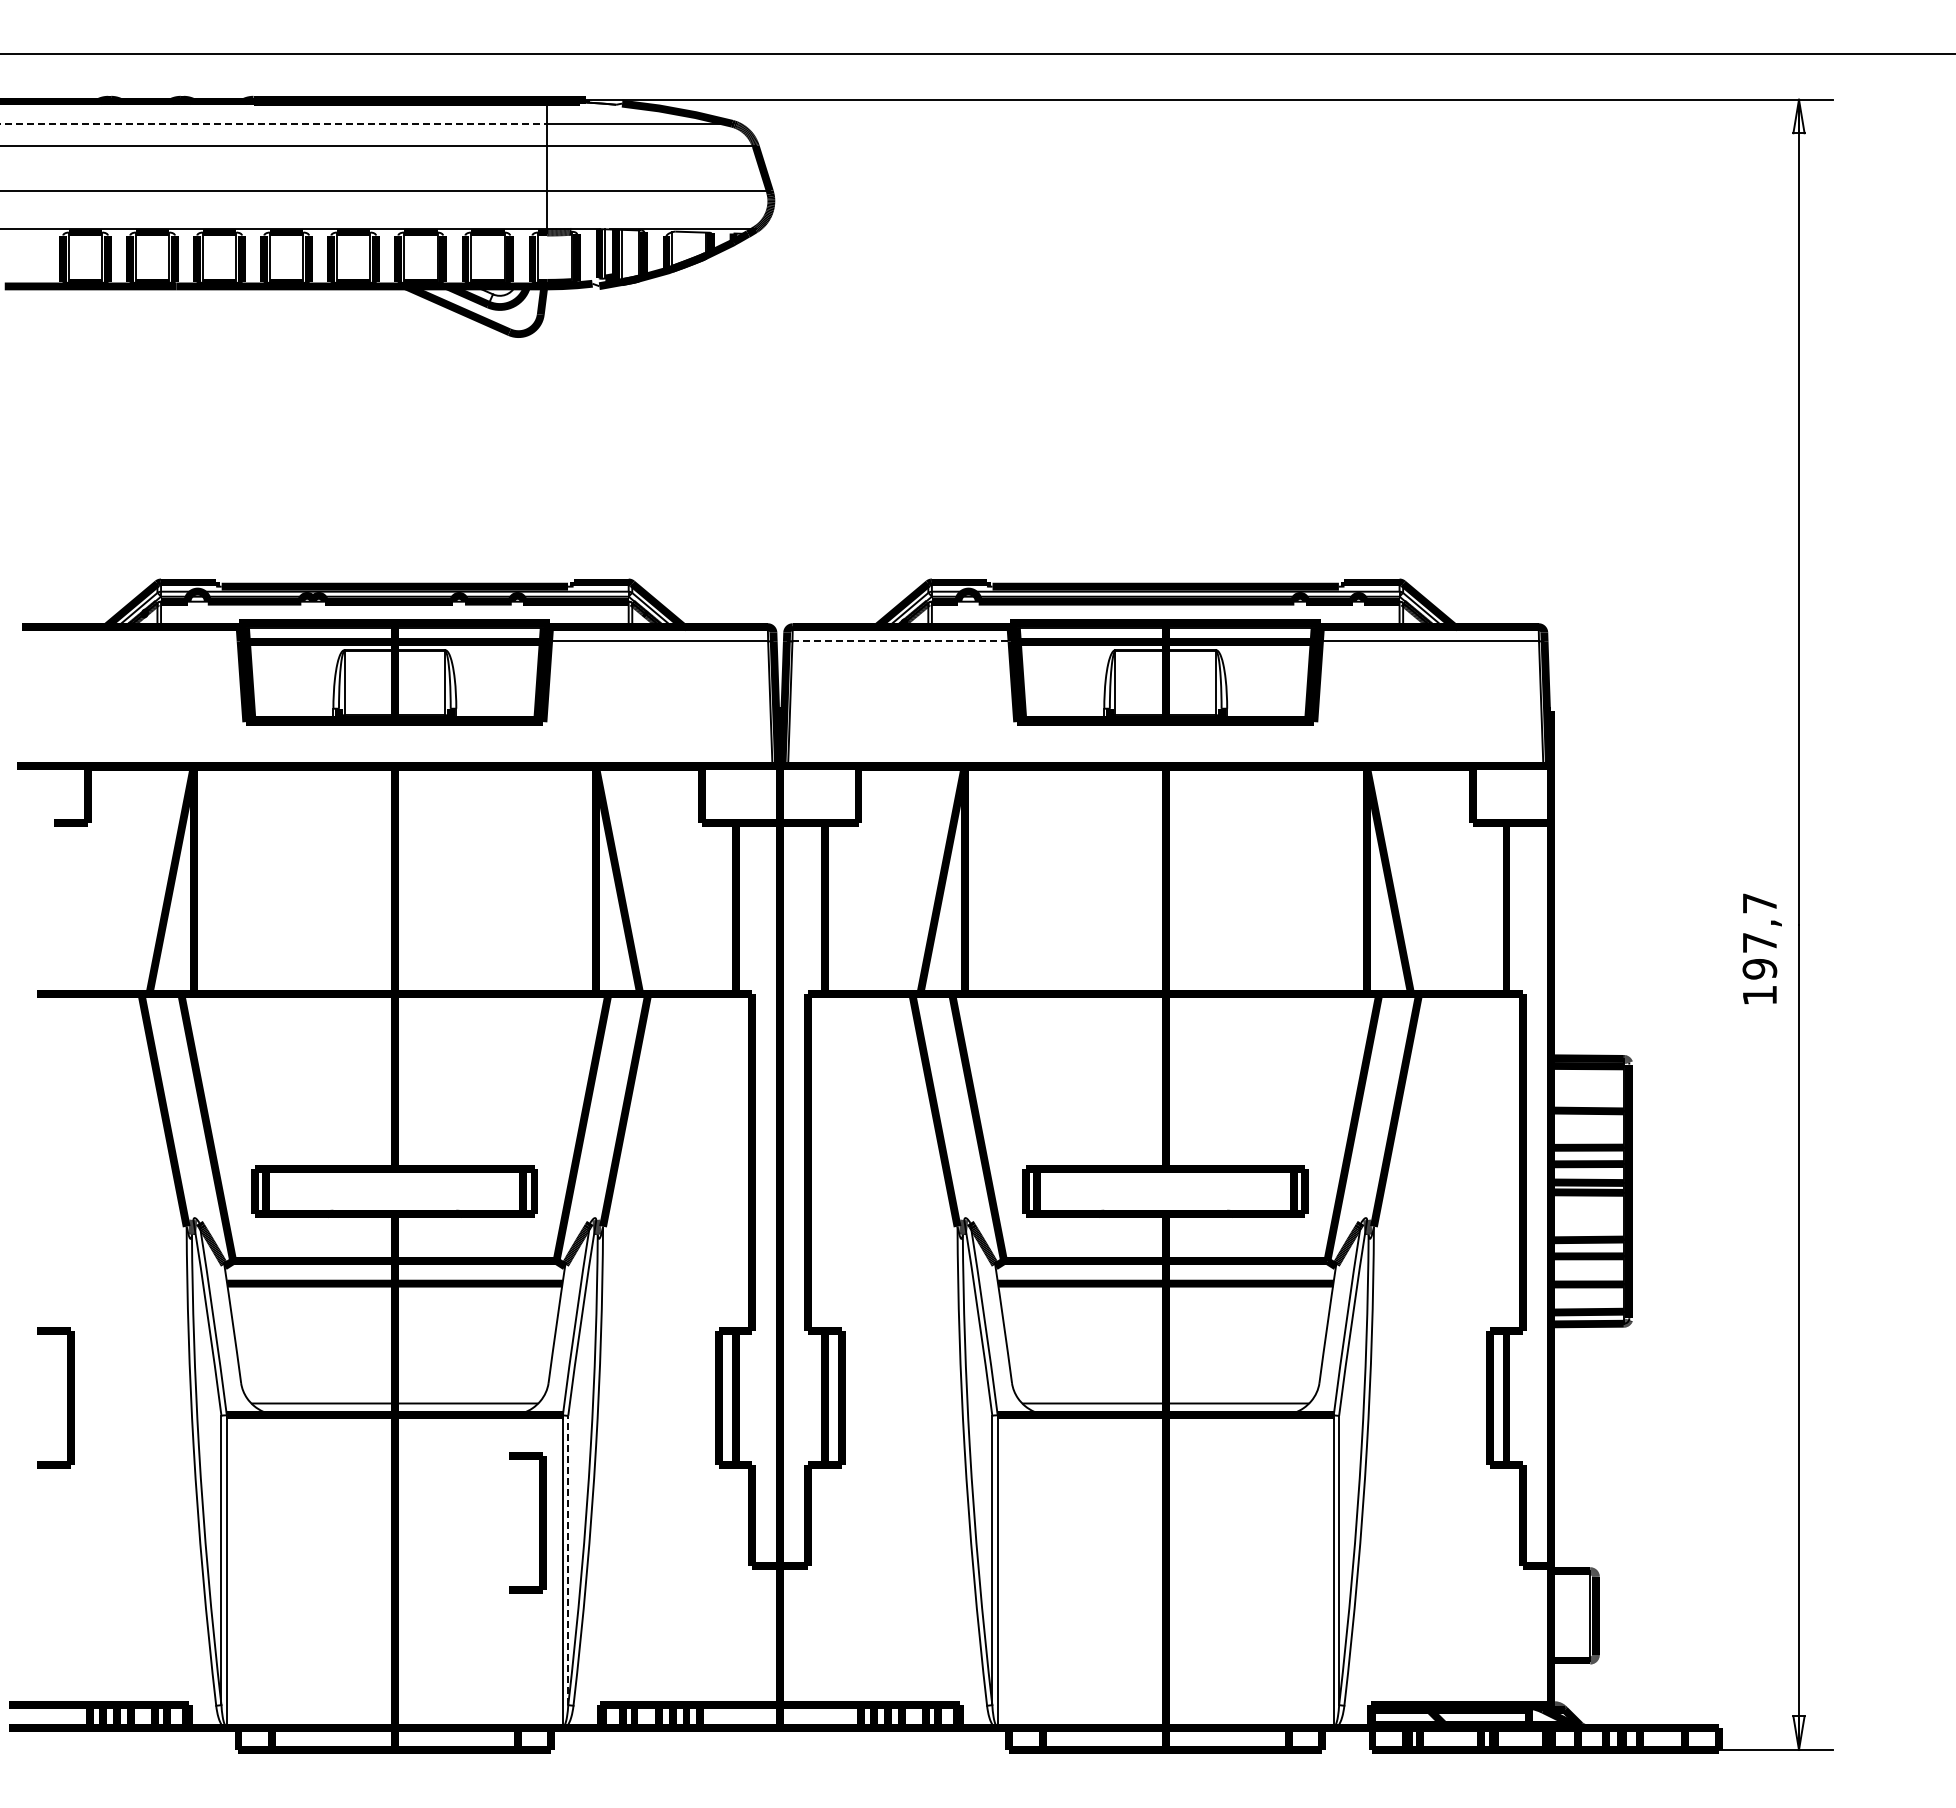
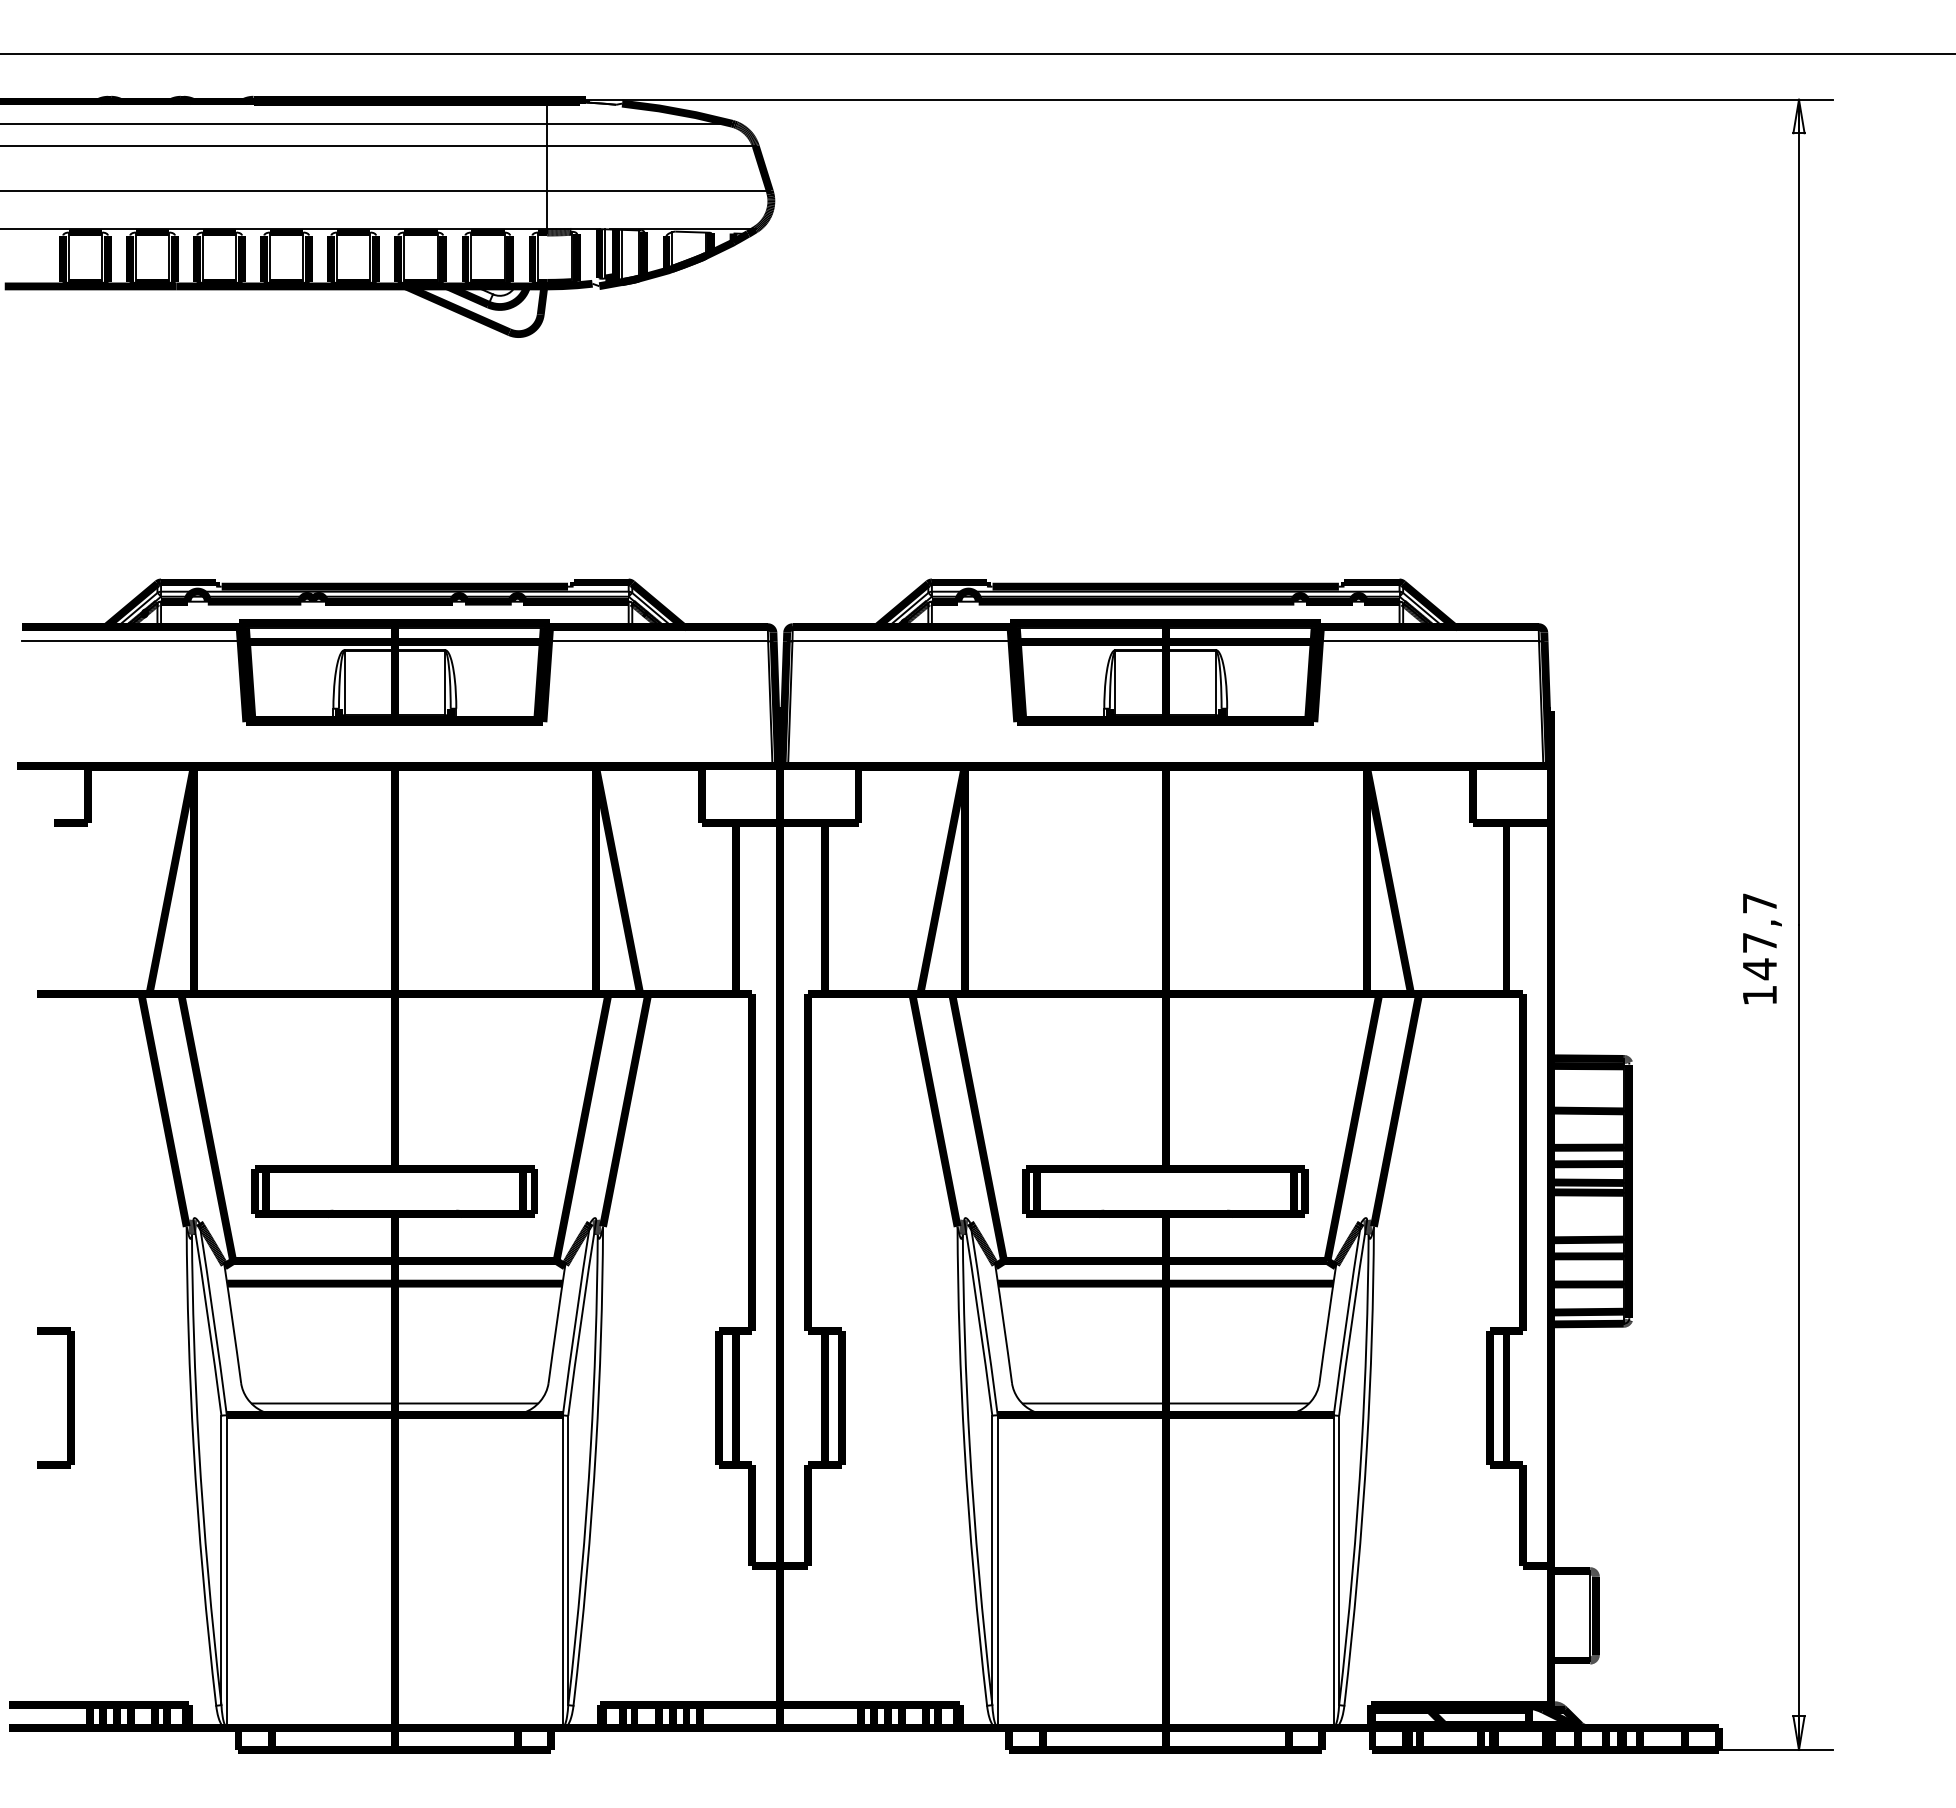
line at (274, 123): dashed -> solid
line at (130, 641): none -> present
line at (901, 641): dashed -> solid
text at (1759, 969): 197,7 -> 147,7
part at (539, 1522): present -> none
line at (568, 1560): dashed -> solid
